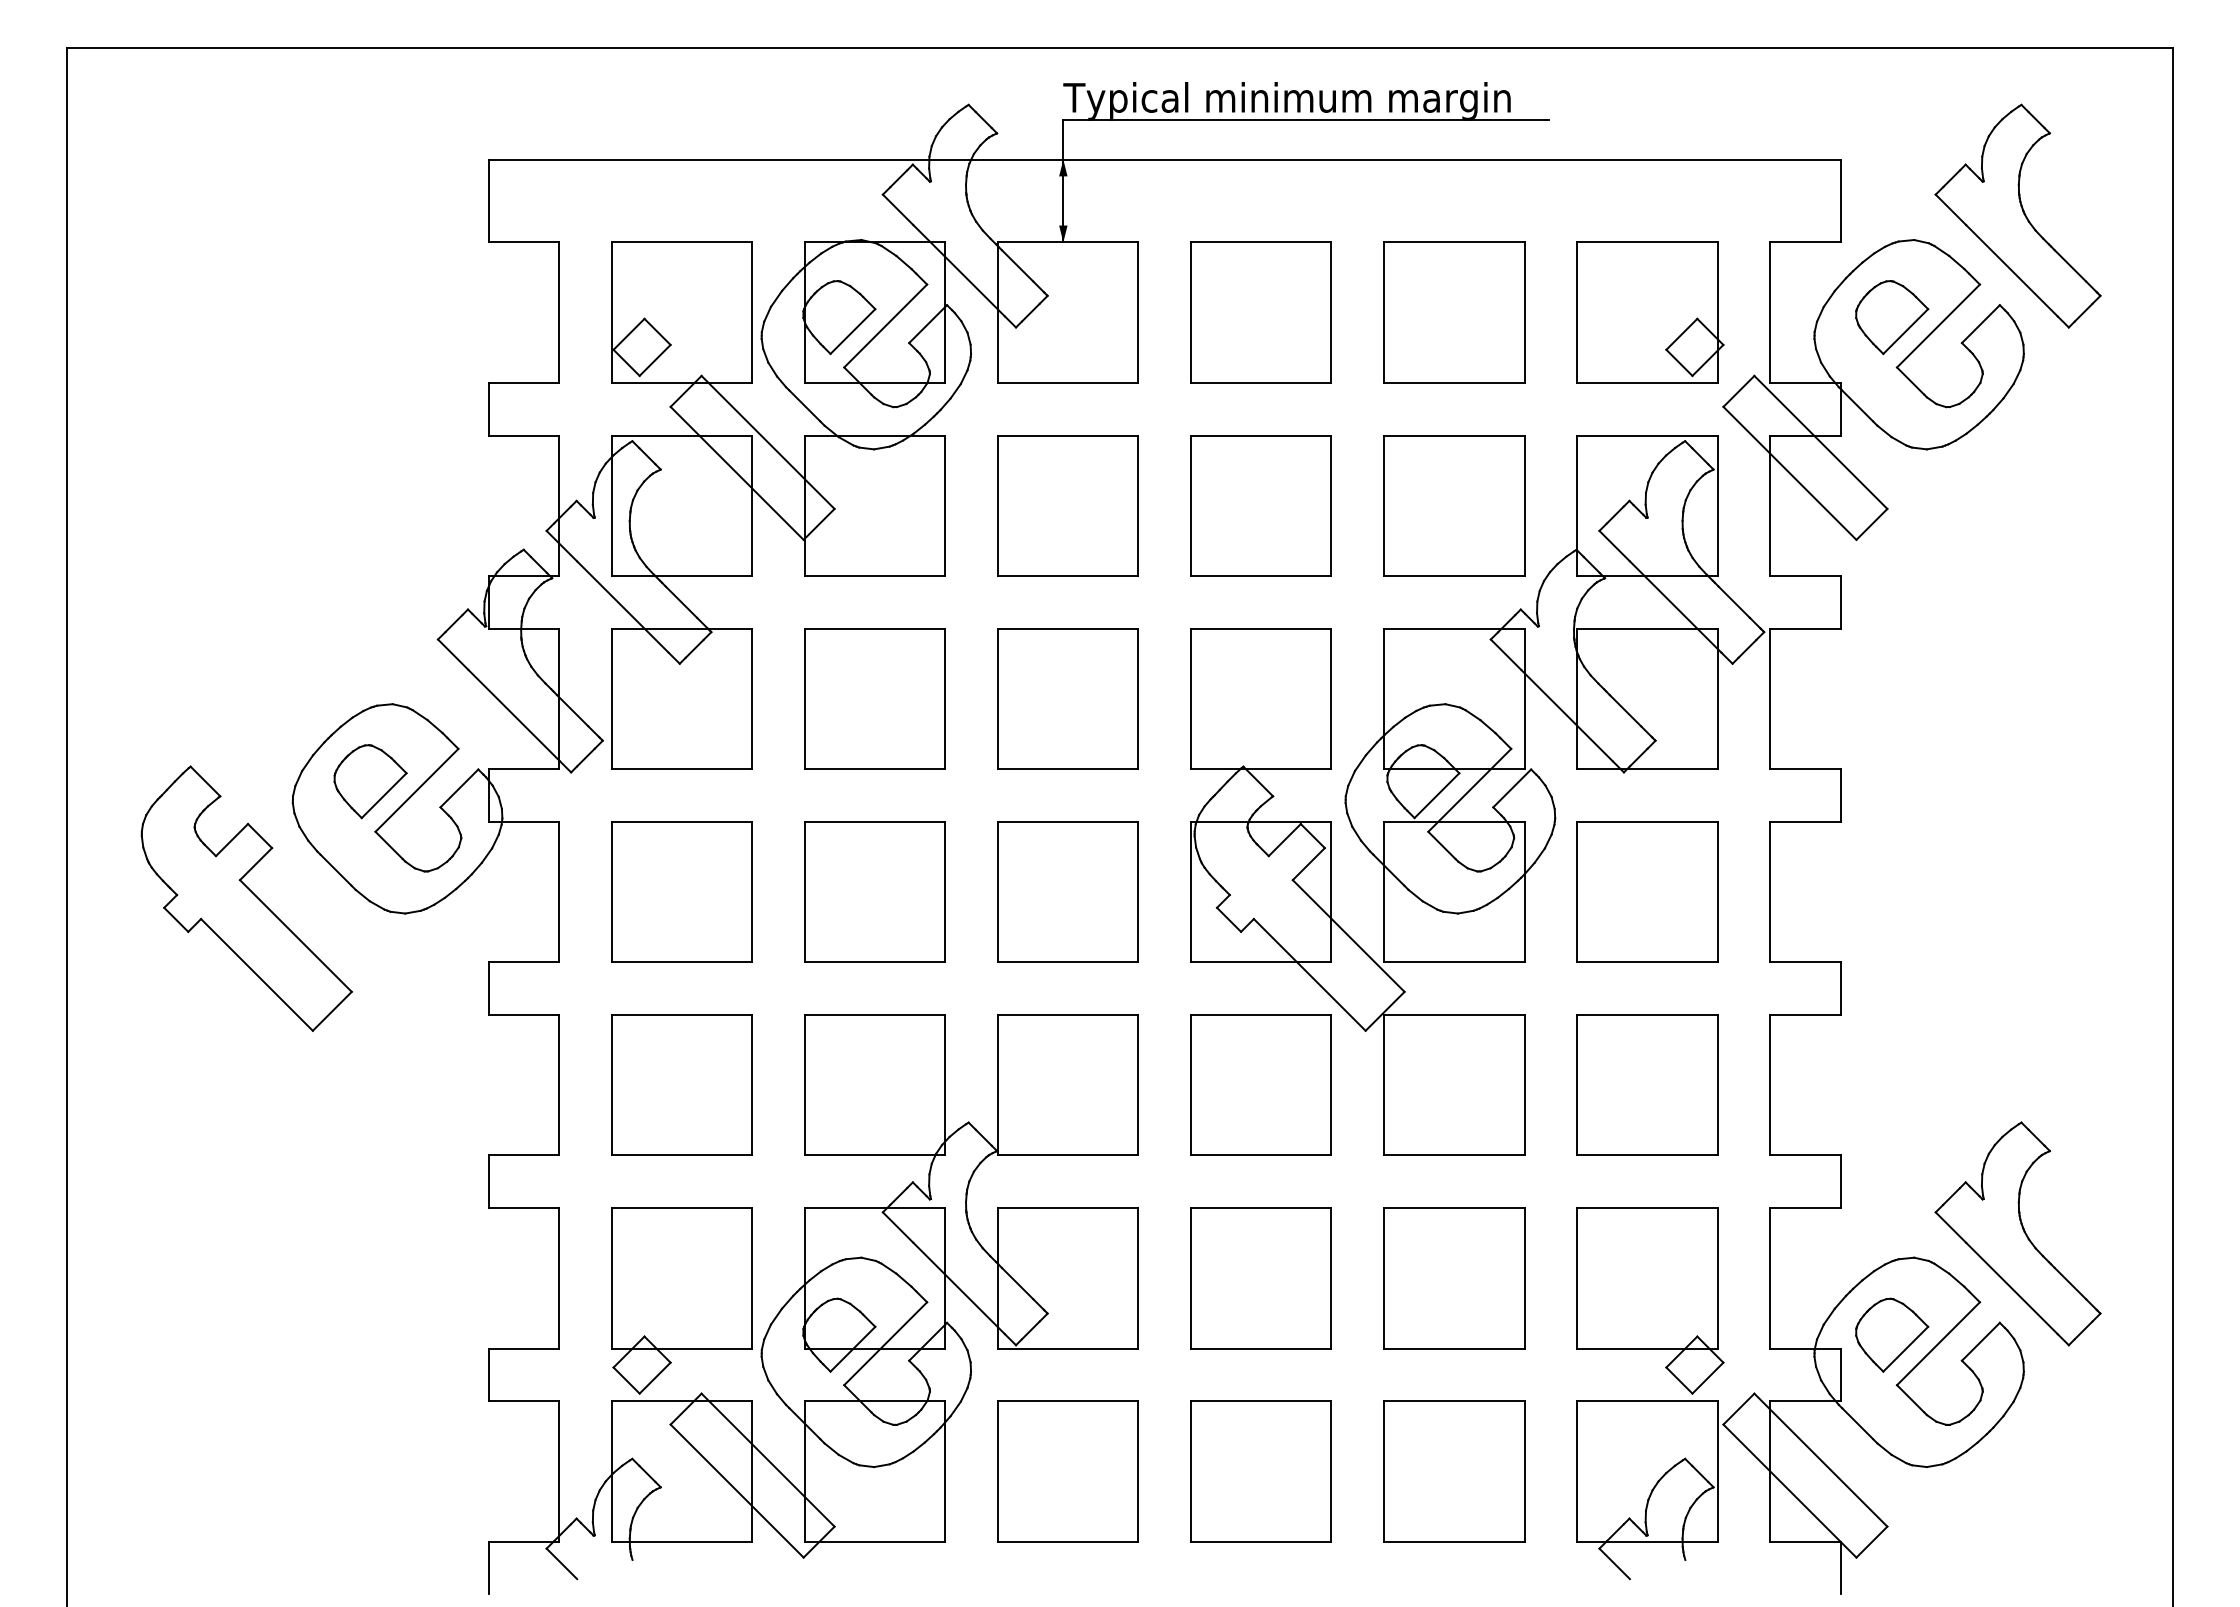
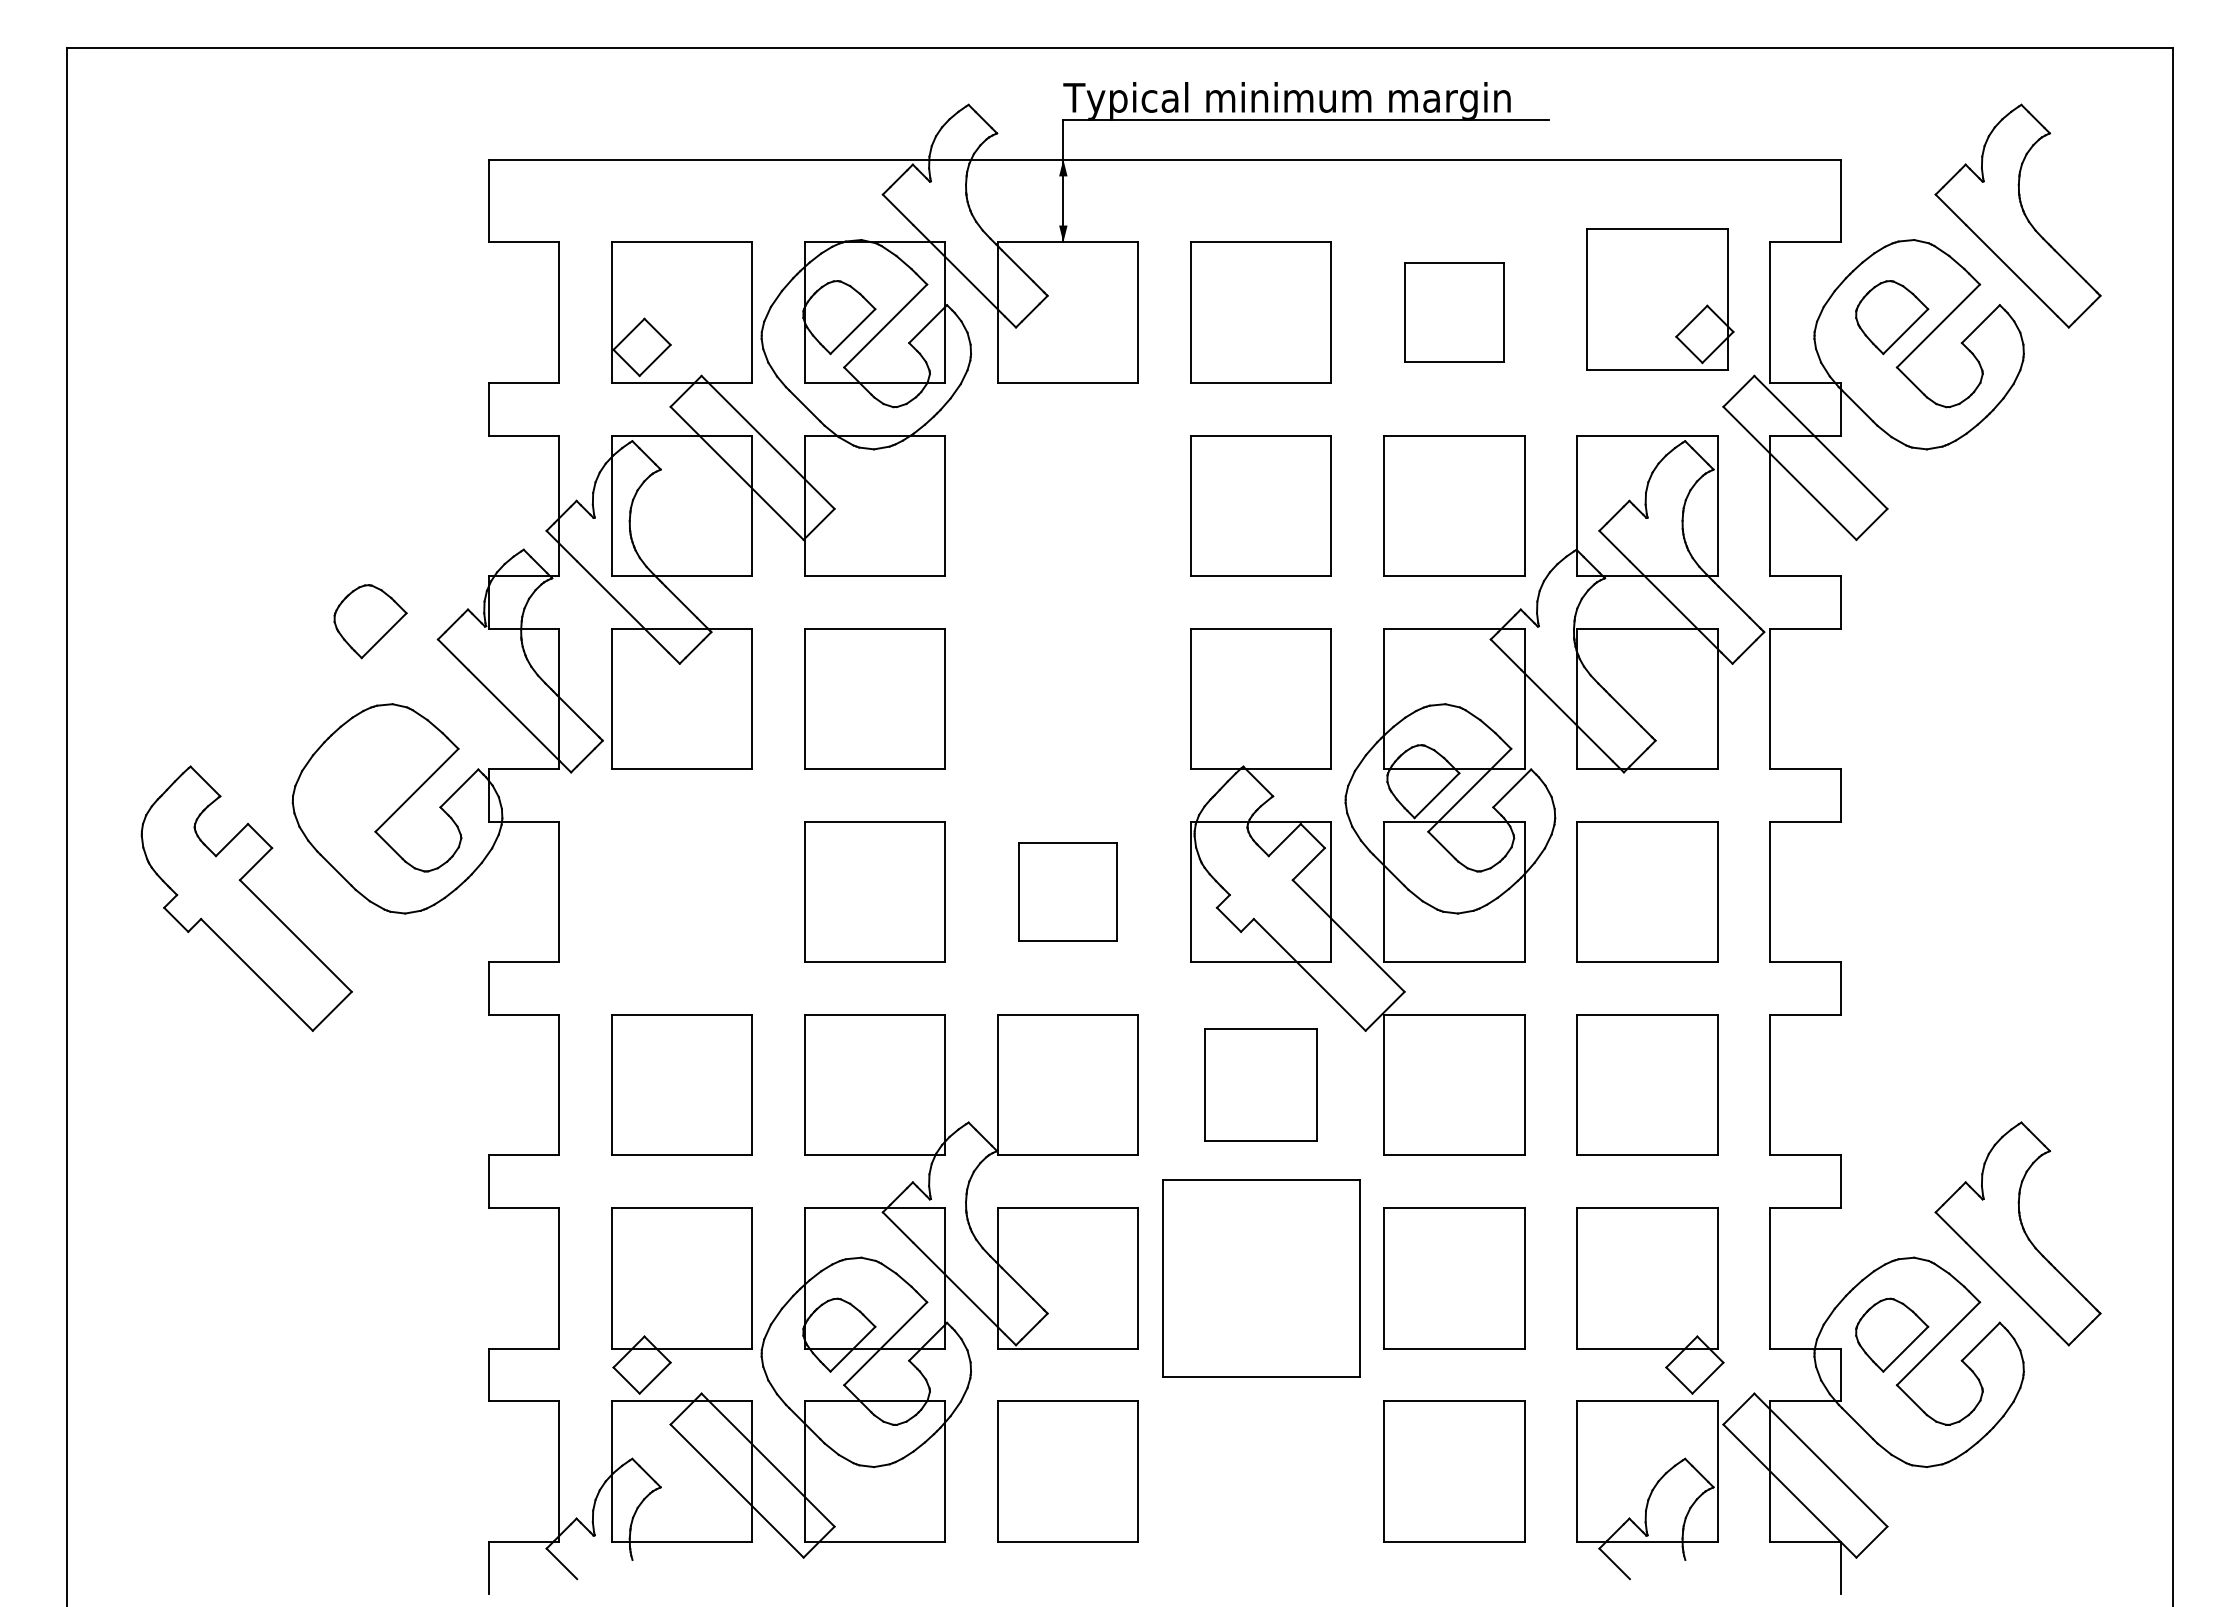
part at (1454, 312) size: 143x143 px -> 101x101 px
part at (1650, 312) position: (1650, 312) -> (1660, 299)
part at (1067, 505): present -> none
part at (1067, 698): present -> none
part at (370, 781) position: (370, 781) -> (370, 621)
part at (681, 891): present -> none
part at (1067, 891) size: 142x142 px -> 100x100 px
part at (1260, 1084) size: 142x142 px -> 114x114 px
part at (1260, 1278) size: 142x143 px -> 199x199 px
part at (1260, 1471): present -> none
